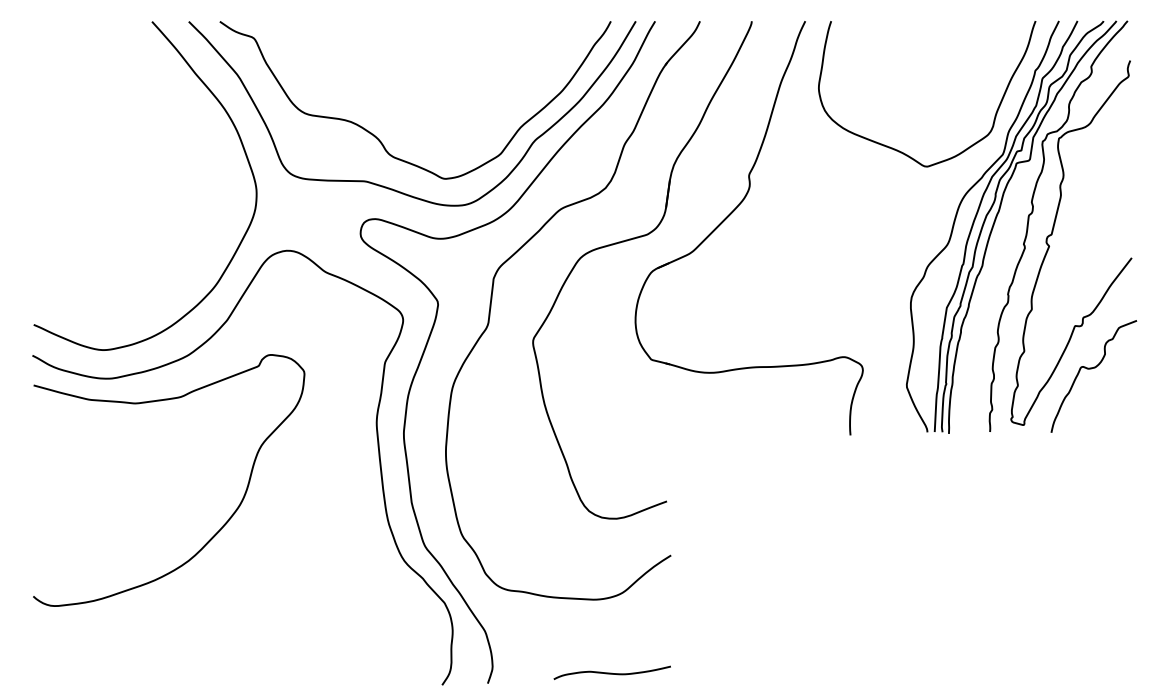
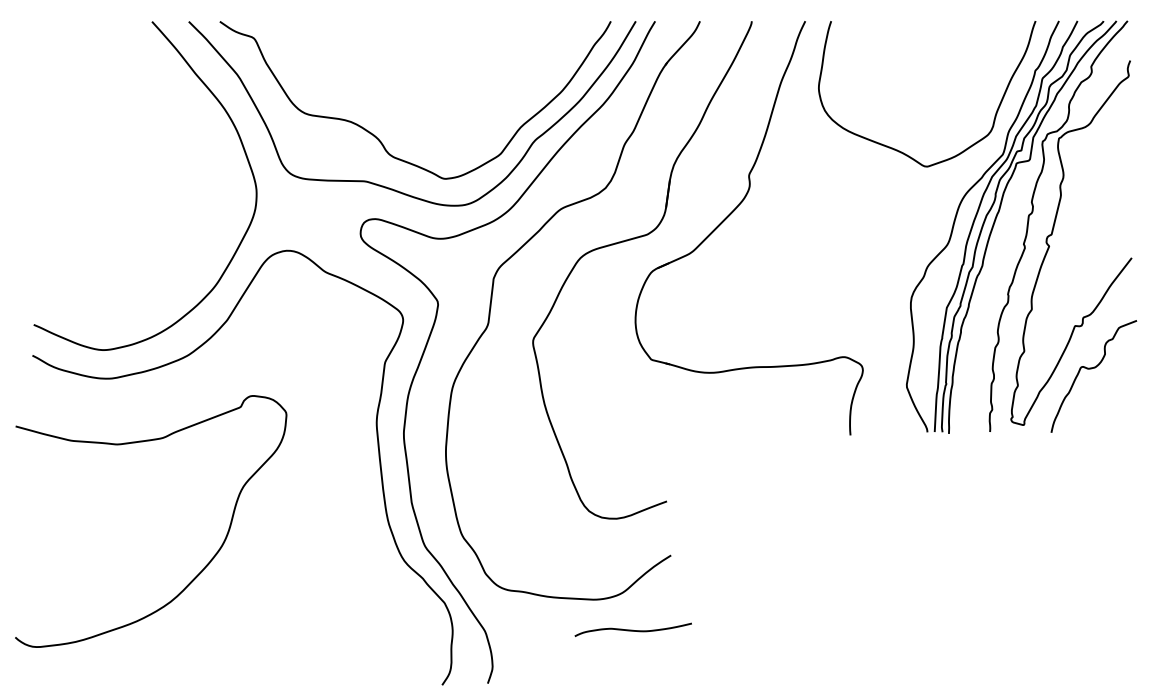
curve at (222, 525) position: (222, 525) -> (204, 566)
curve at (611, 672) position: (611, 672) -> (632, 629)
